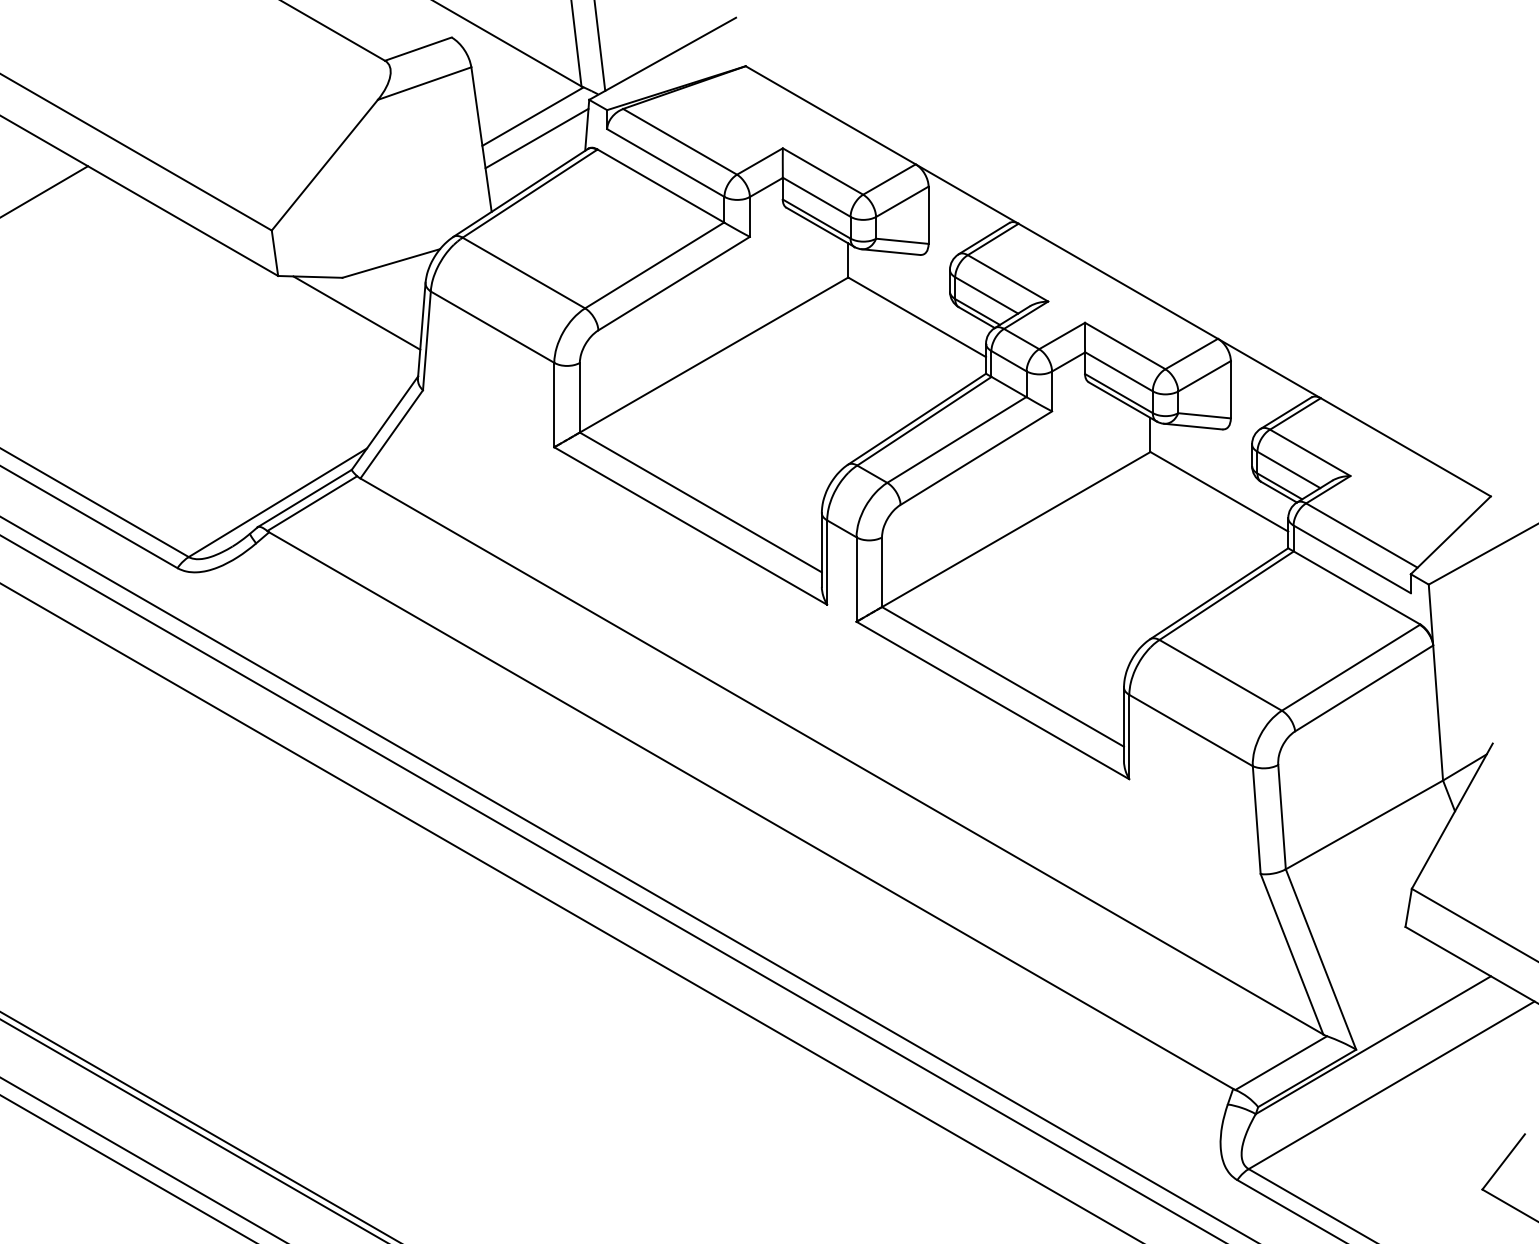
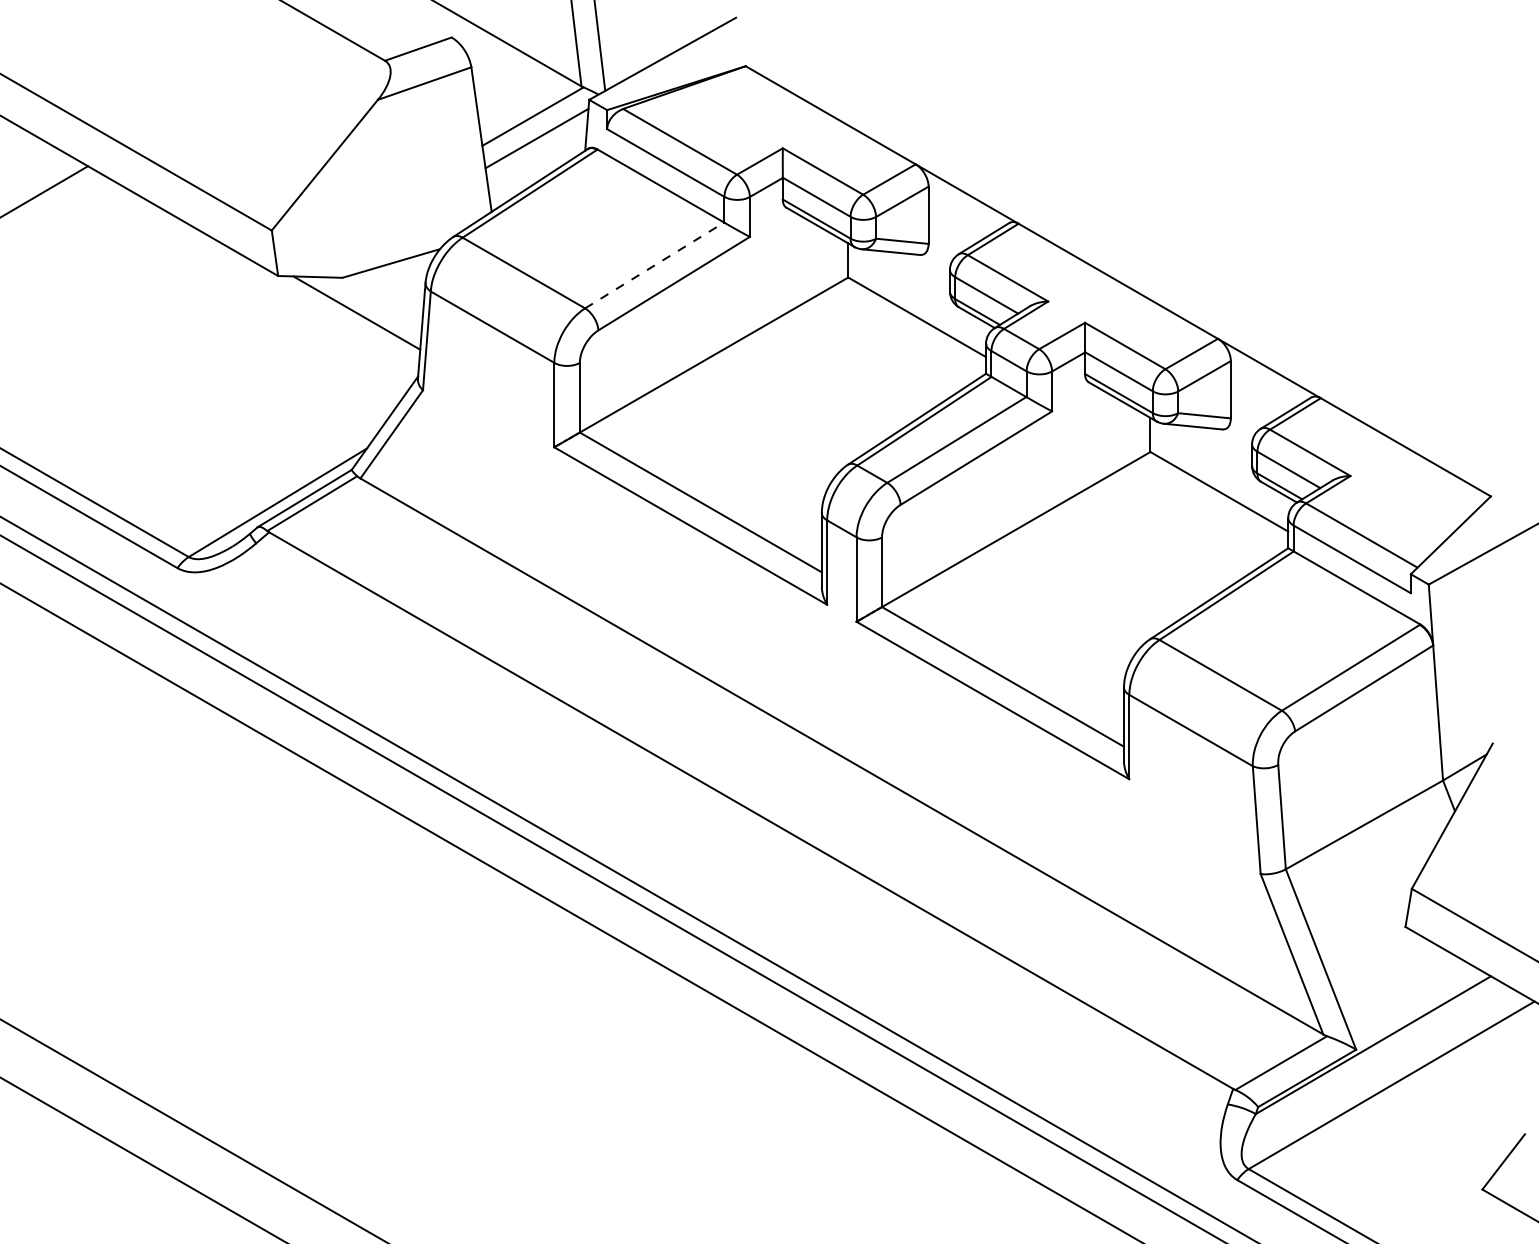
line at (654, 265): solid -> dashed
line at (199, 1126): present -> none
line at (127, 1168): present -> none
